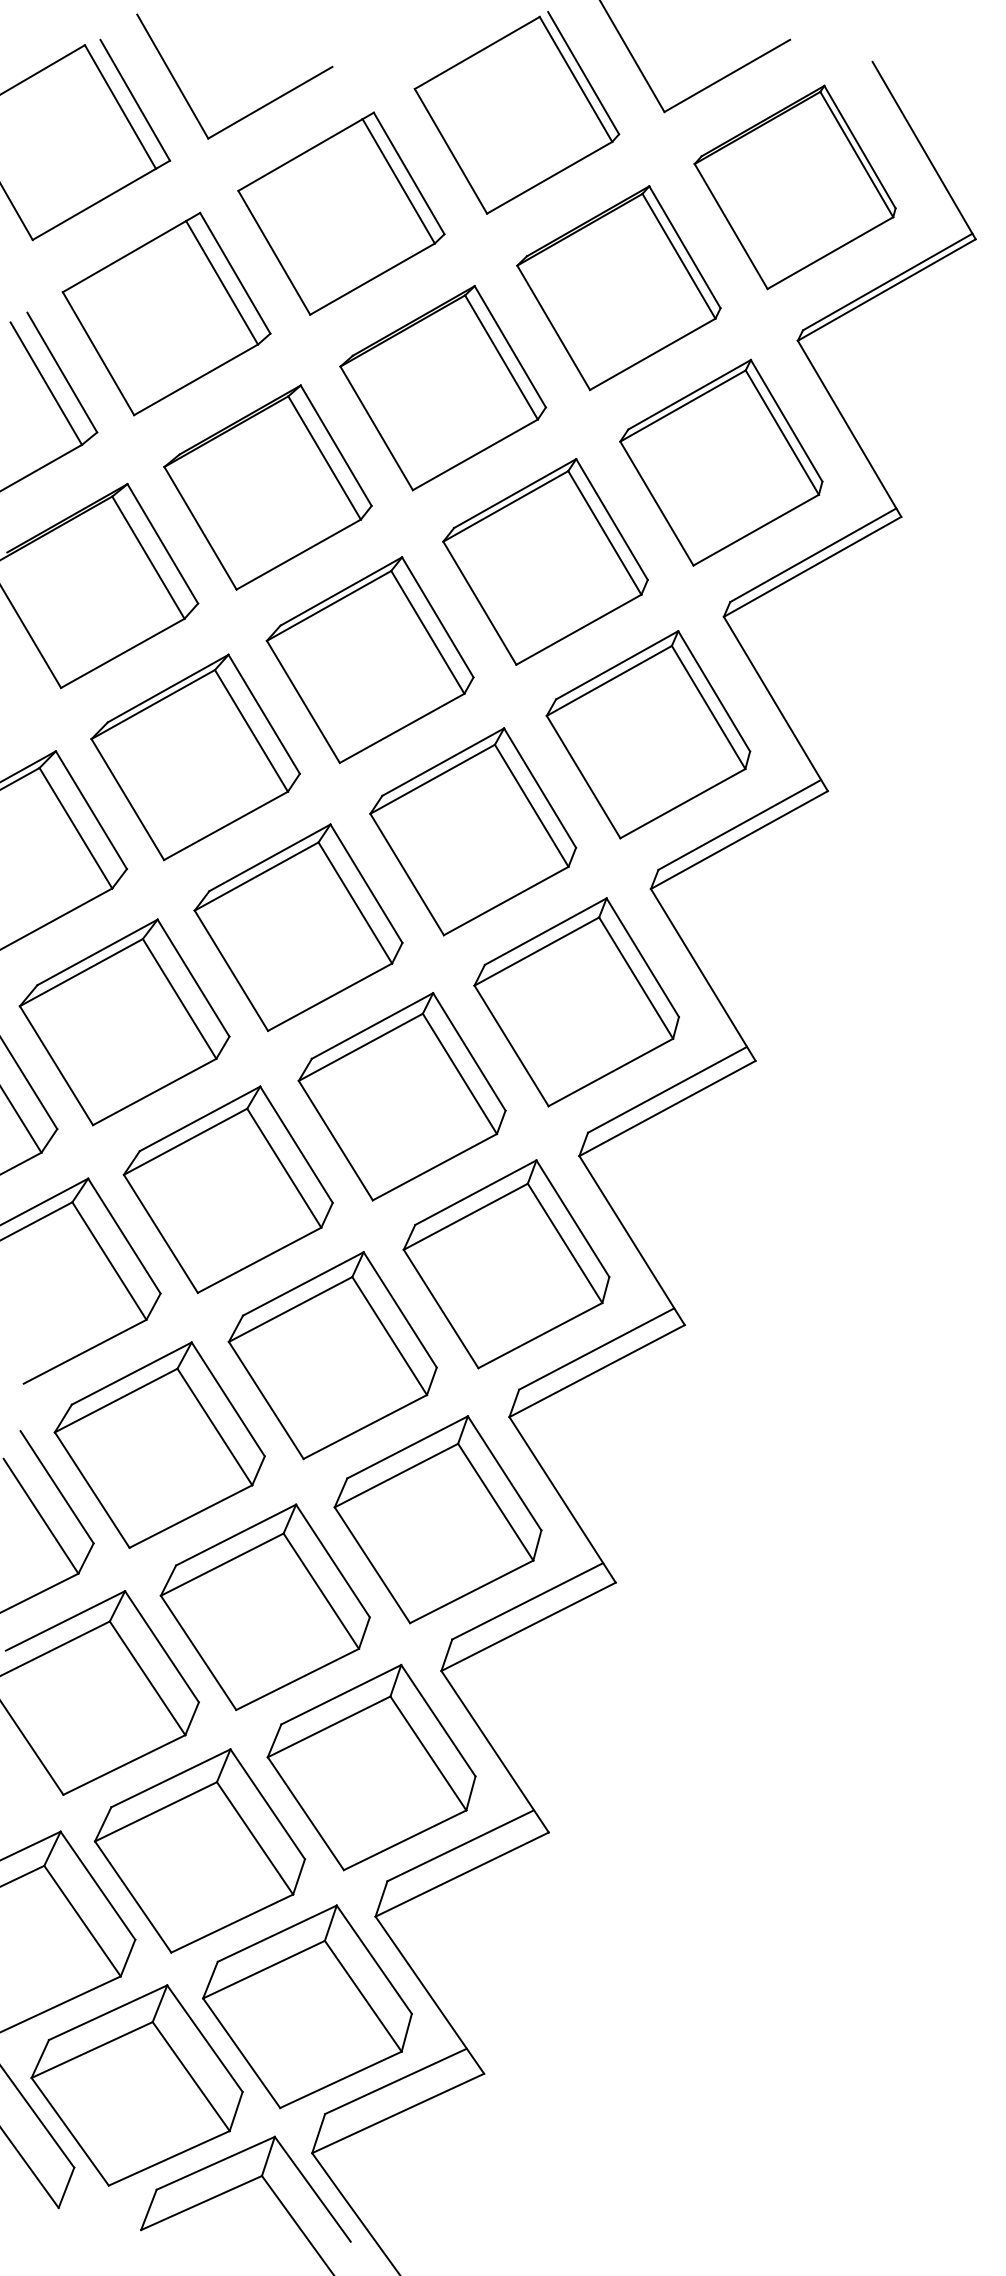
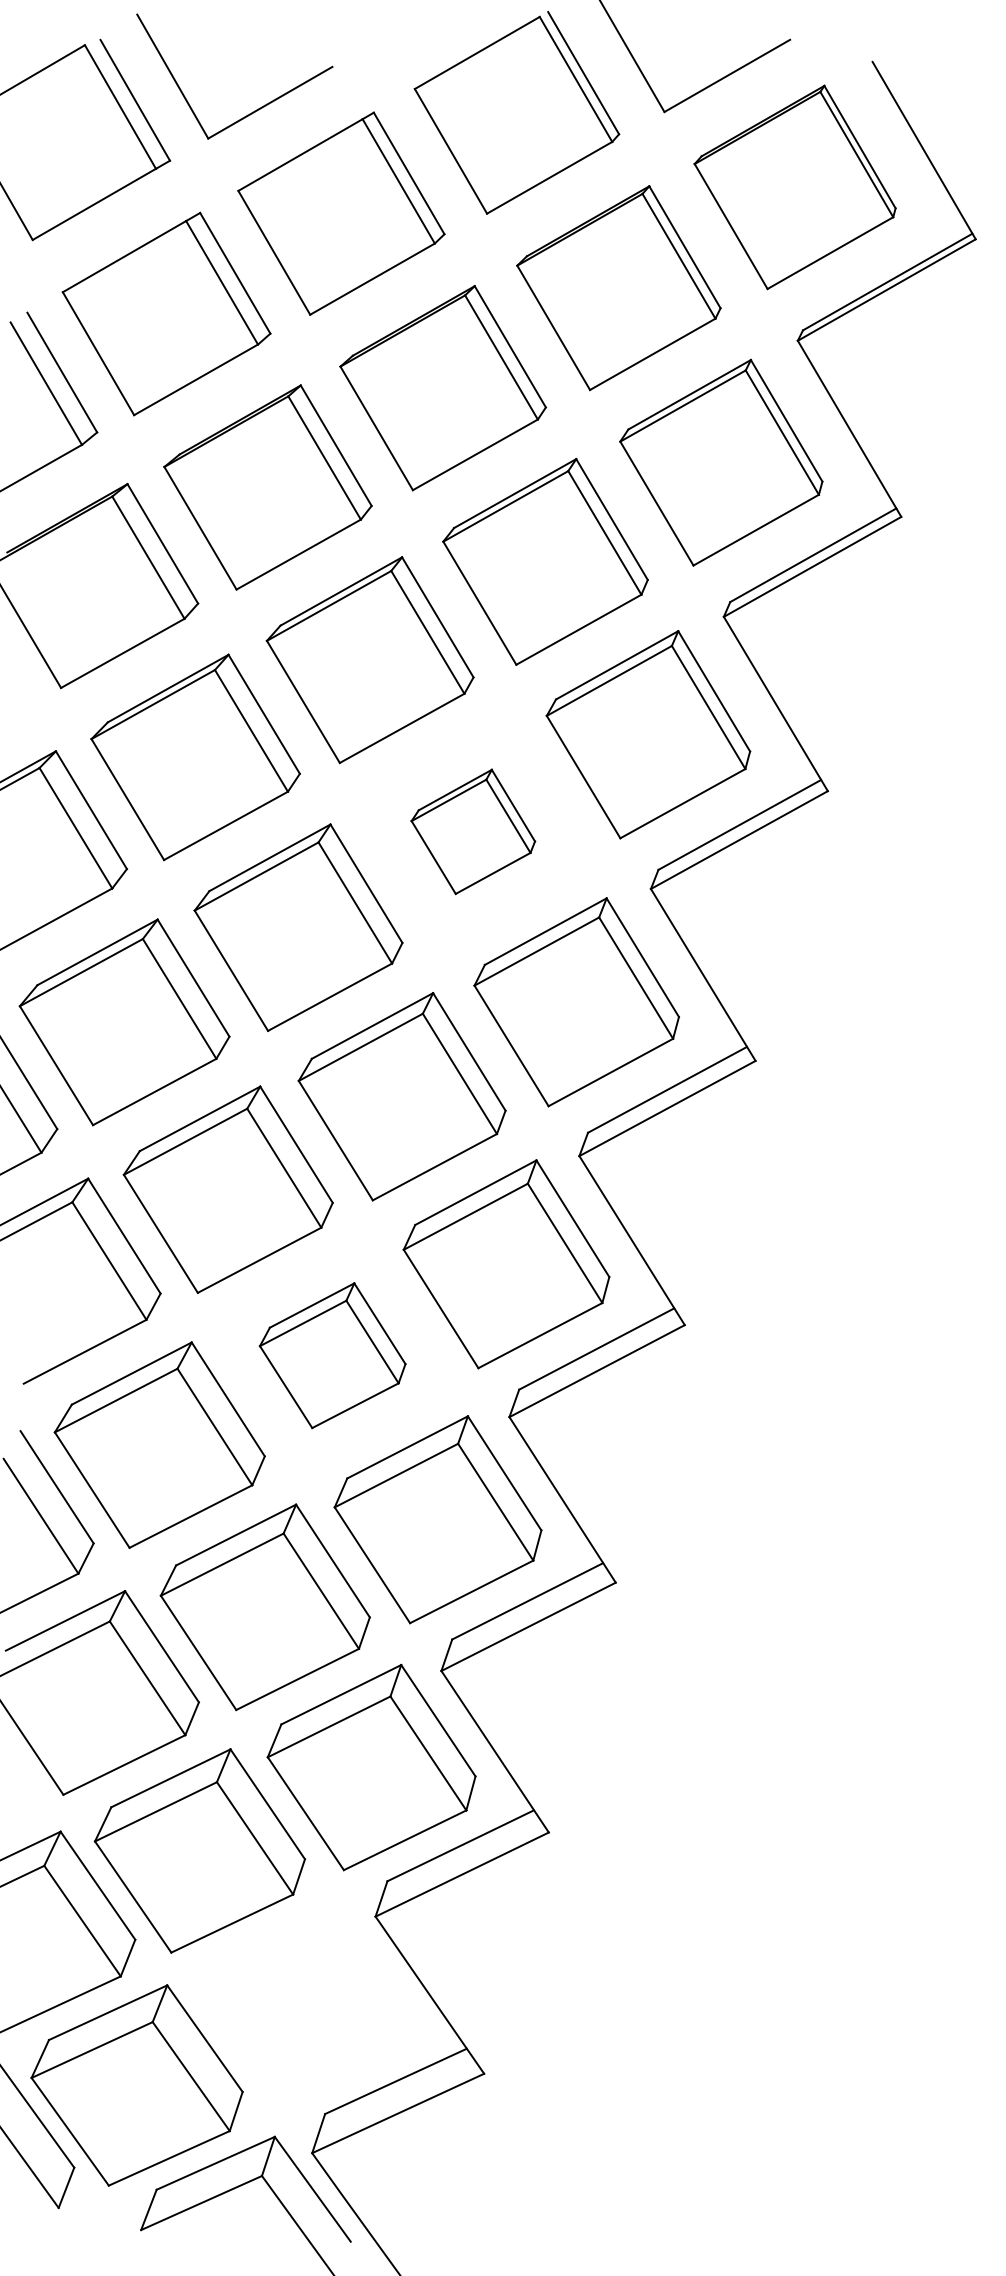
part at (473, 831) size: 209x210 px -> 127x128 px
part at (332, 1355) size: 211x210 px -> 149x148 px
part at (307, 2006): present -> none
